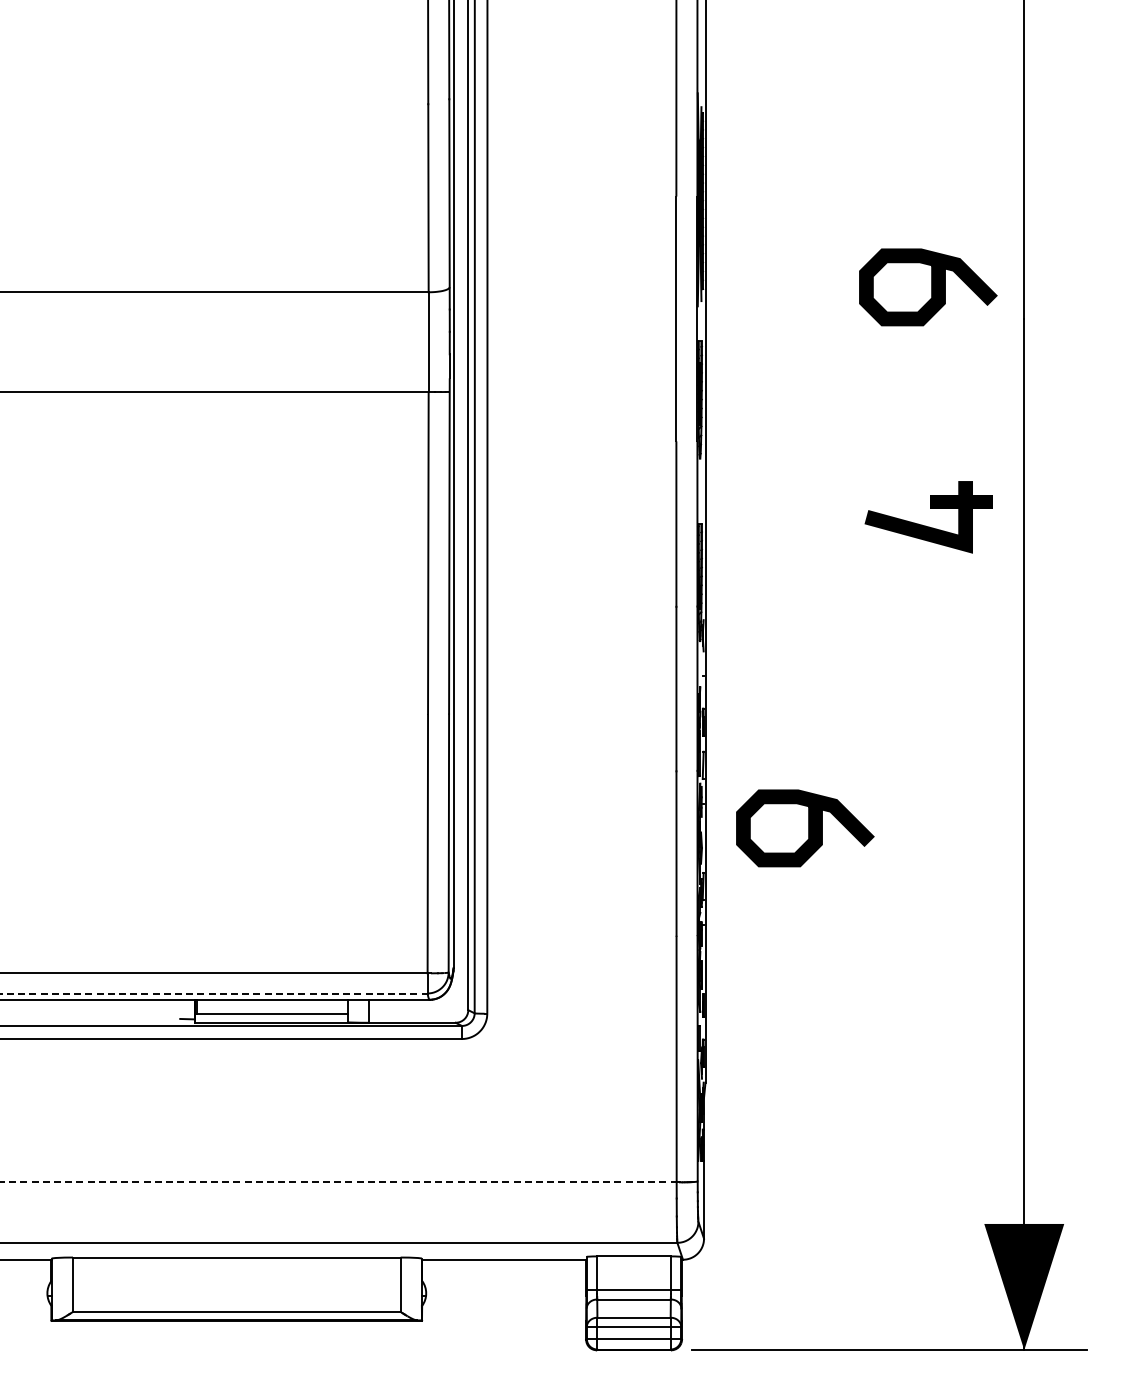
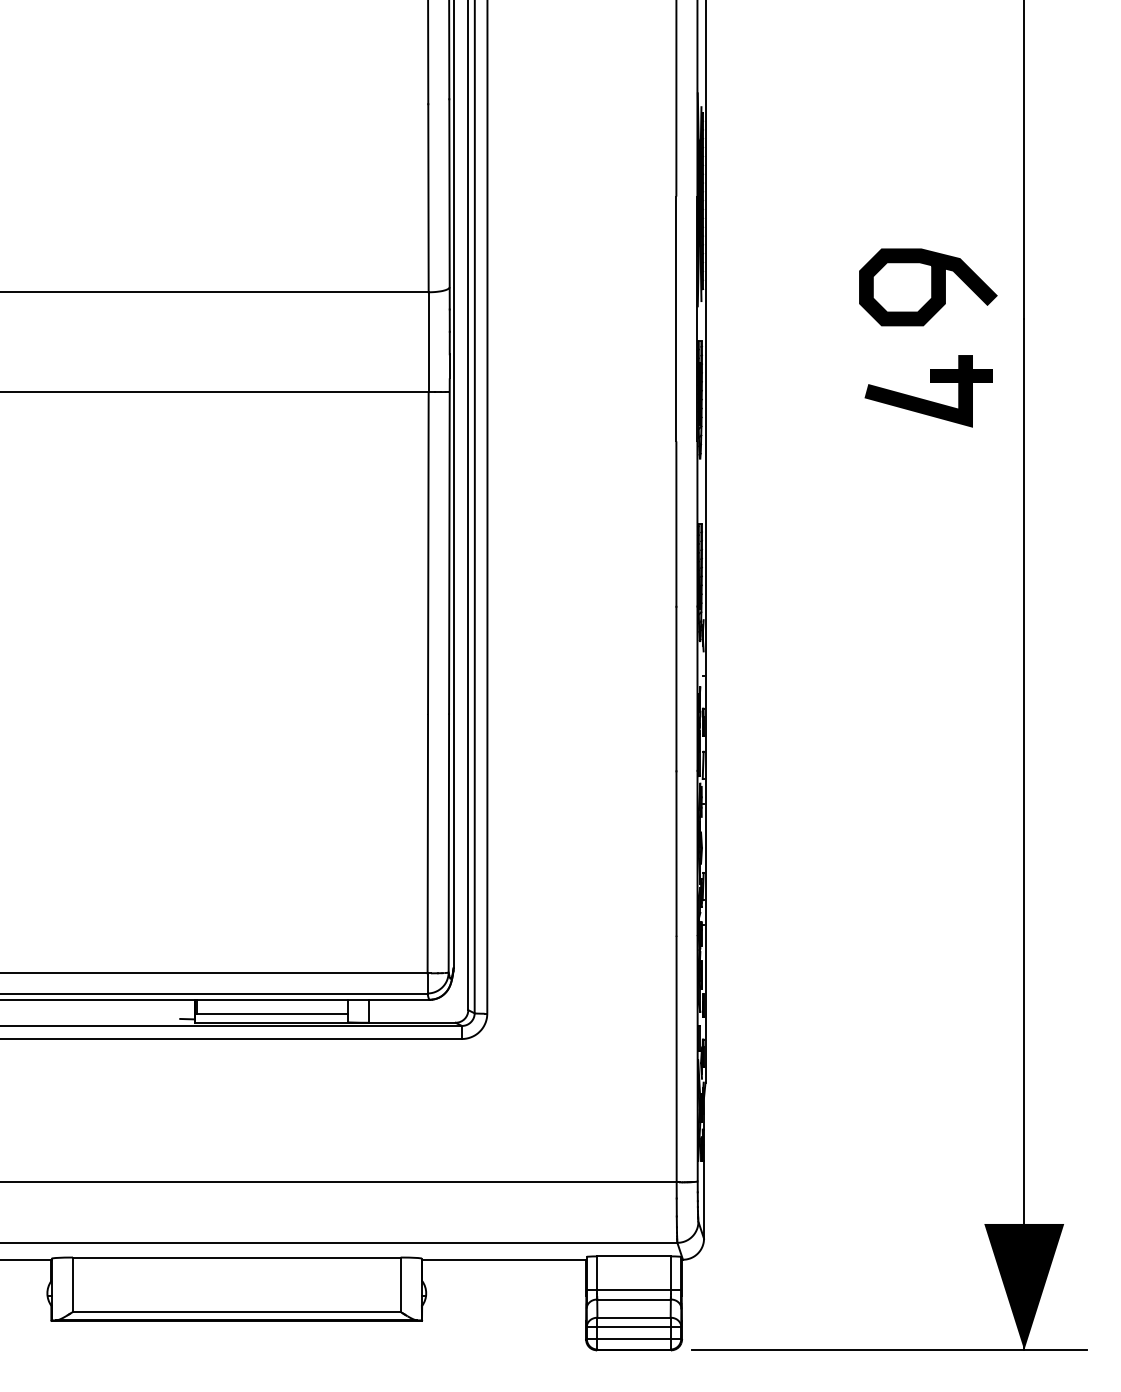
part at (926, 525) position: (926, 525) -> (926, 399)
curve at (808, 828): present -> none
line at (214, 993): dashed -> solid
line at (338, 1182): dashed -> solid
